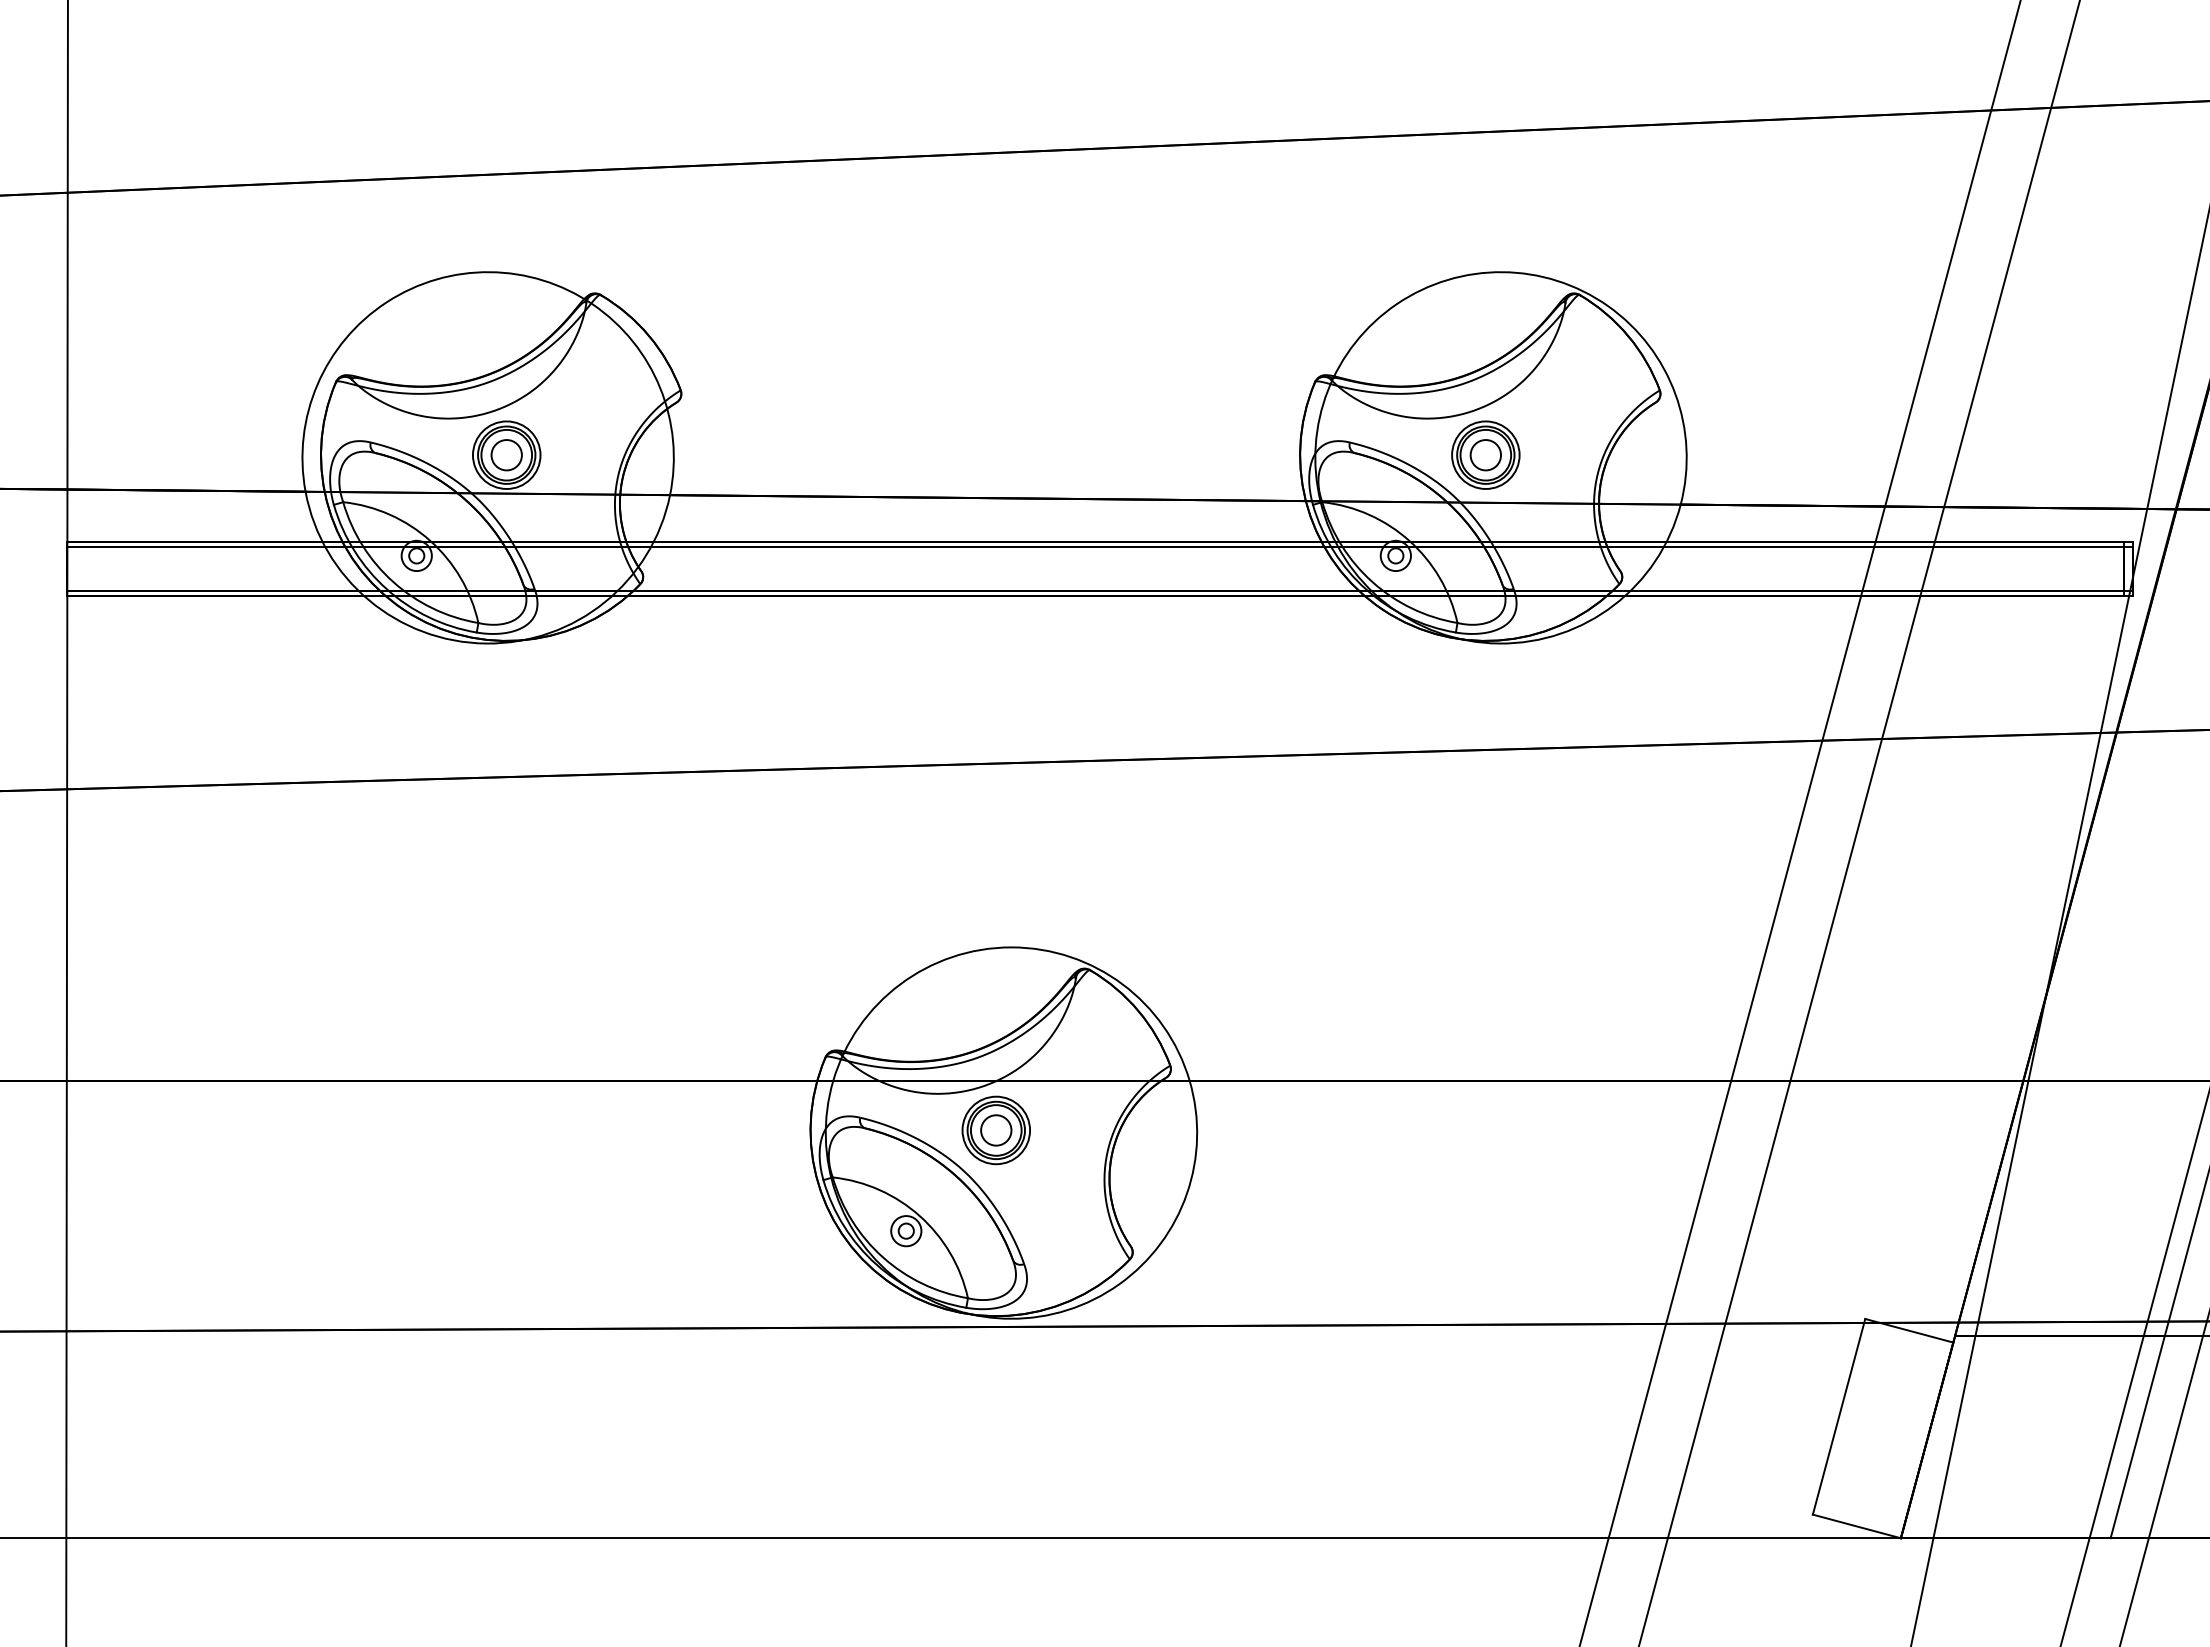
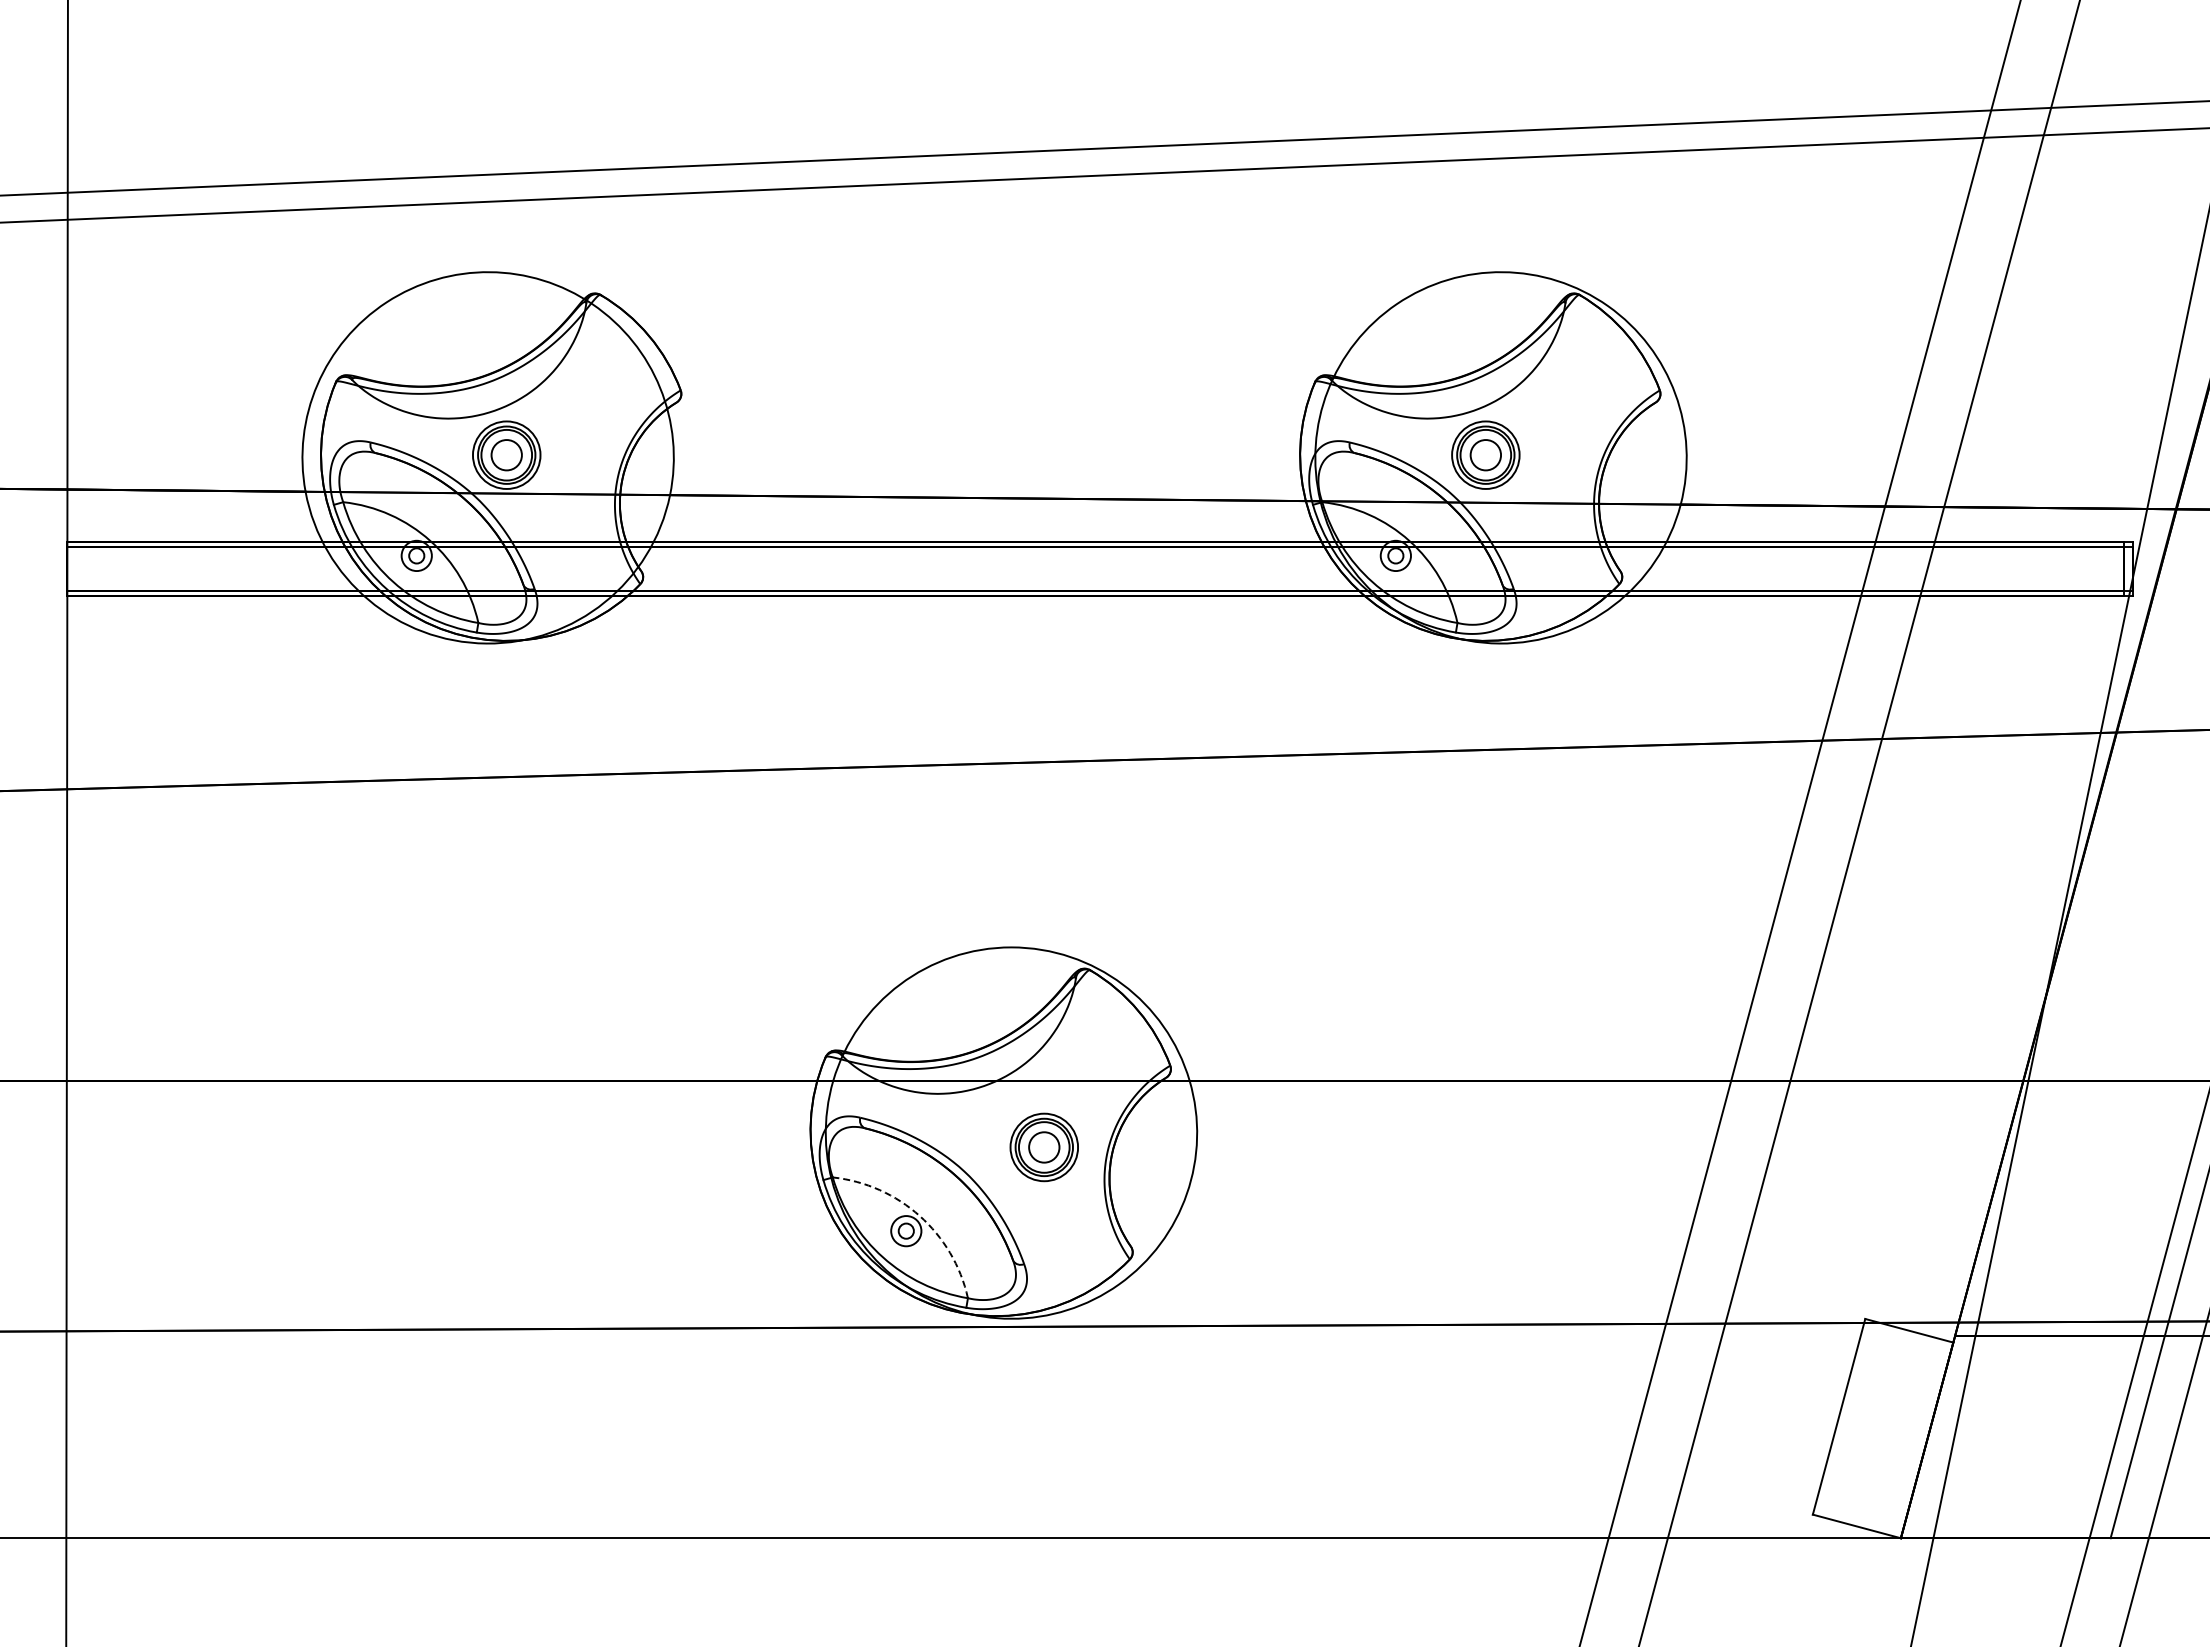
line at (1104, 148) position: (1104, 148) -> (1104, 175)
part at (995, 1130) position: (995, 1130) -> (1043, 1147)
arc at (919, 1216): solid -> dashed
